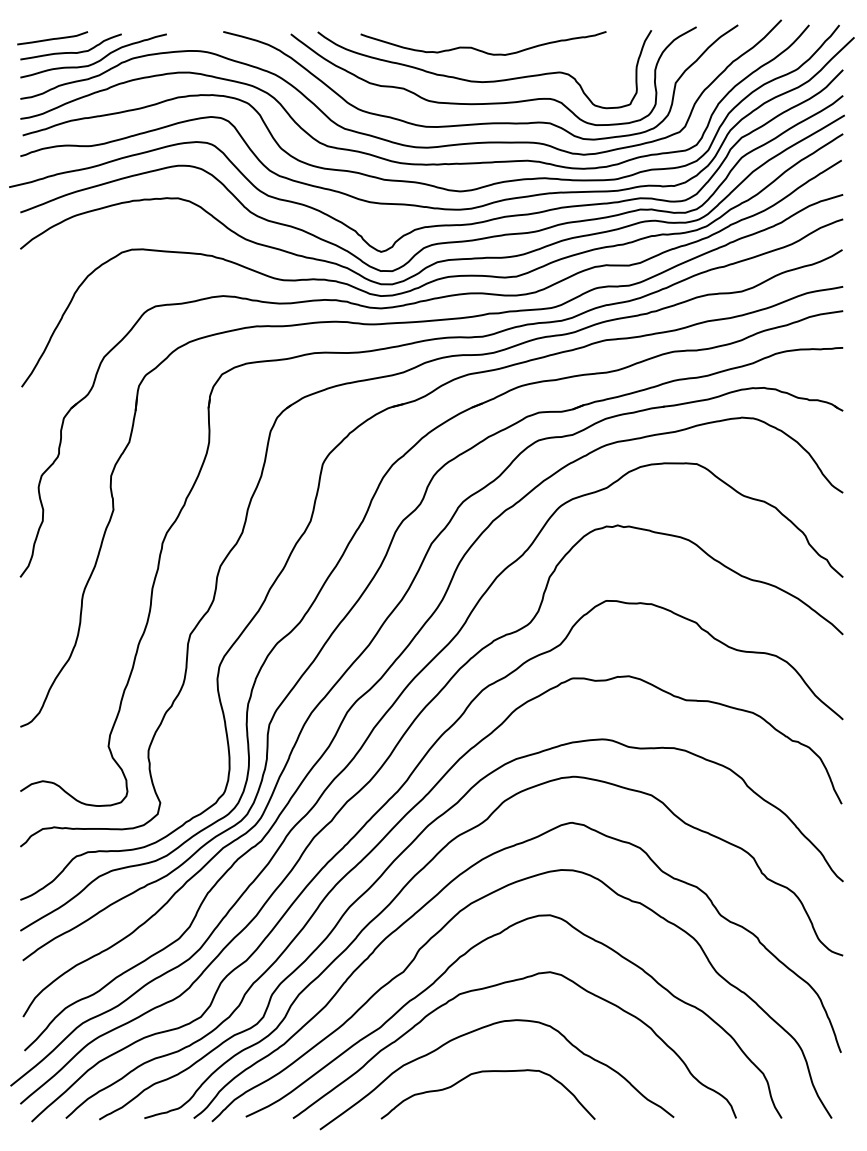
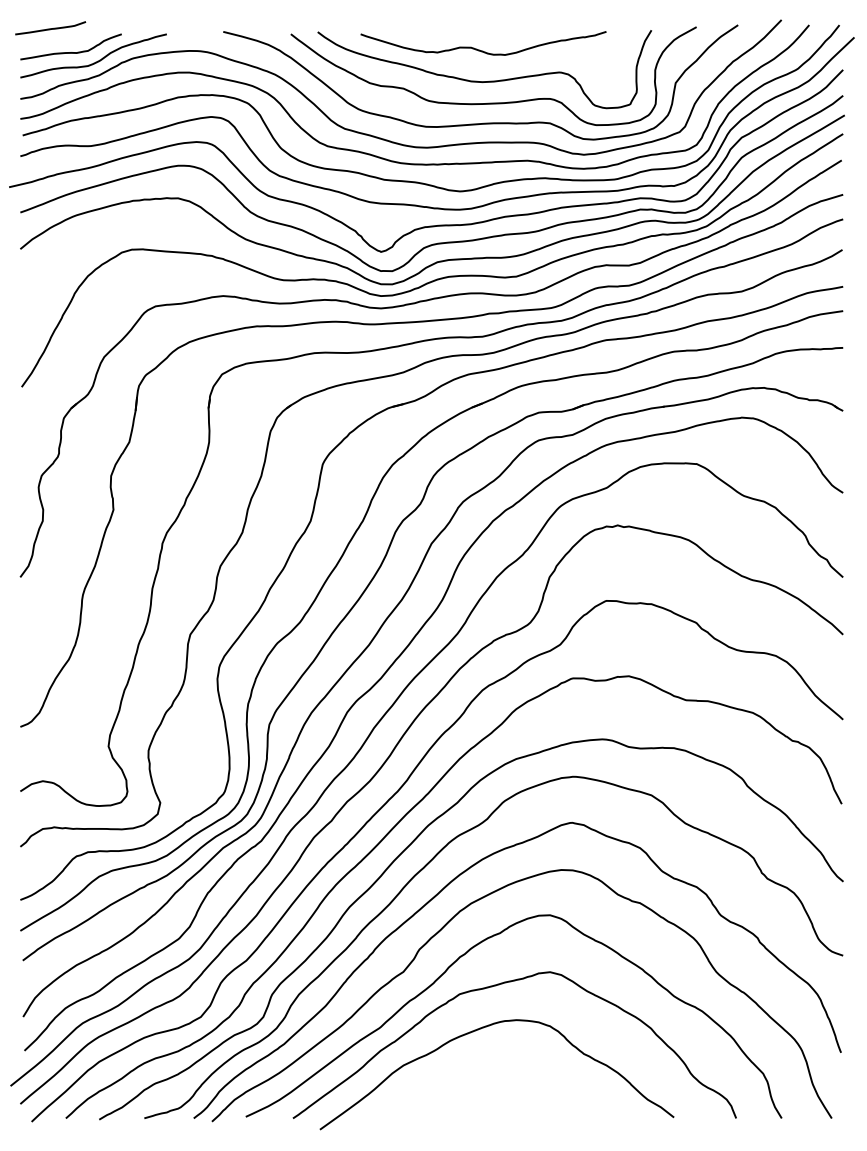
curve at (52, 38) position: (52, 38) -> (50, 28)
curve at (487, 1072): present -> none
